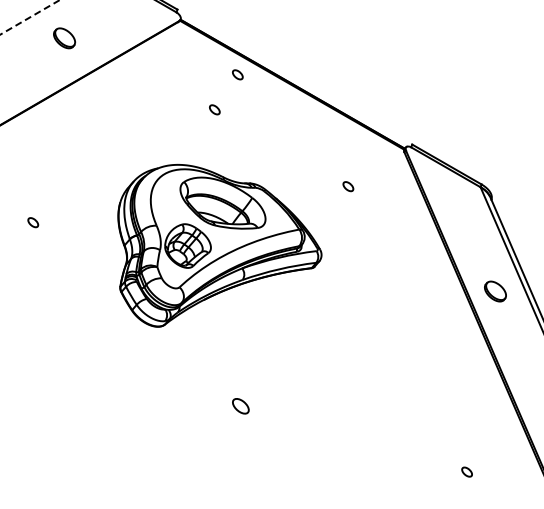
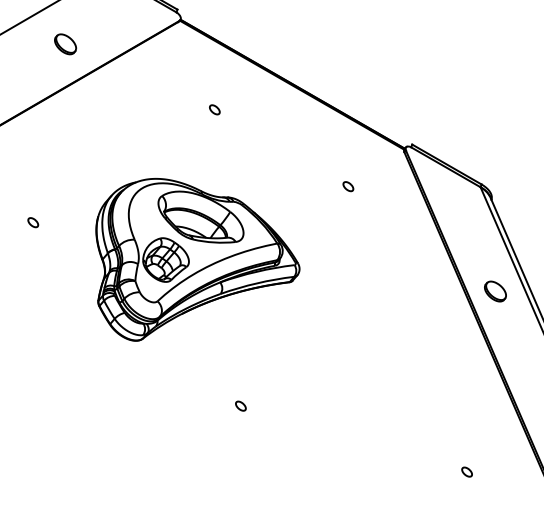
line at (29, 17): dashed -> solid
part at (64, 38) position: (64, 38) -> (65, 44)
part at (237, 74): present -> none
part at (219, 245) position: (219, 245) -> (197, 259)
part at (240, 406) size: 18x17 px -> 12x12 px
